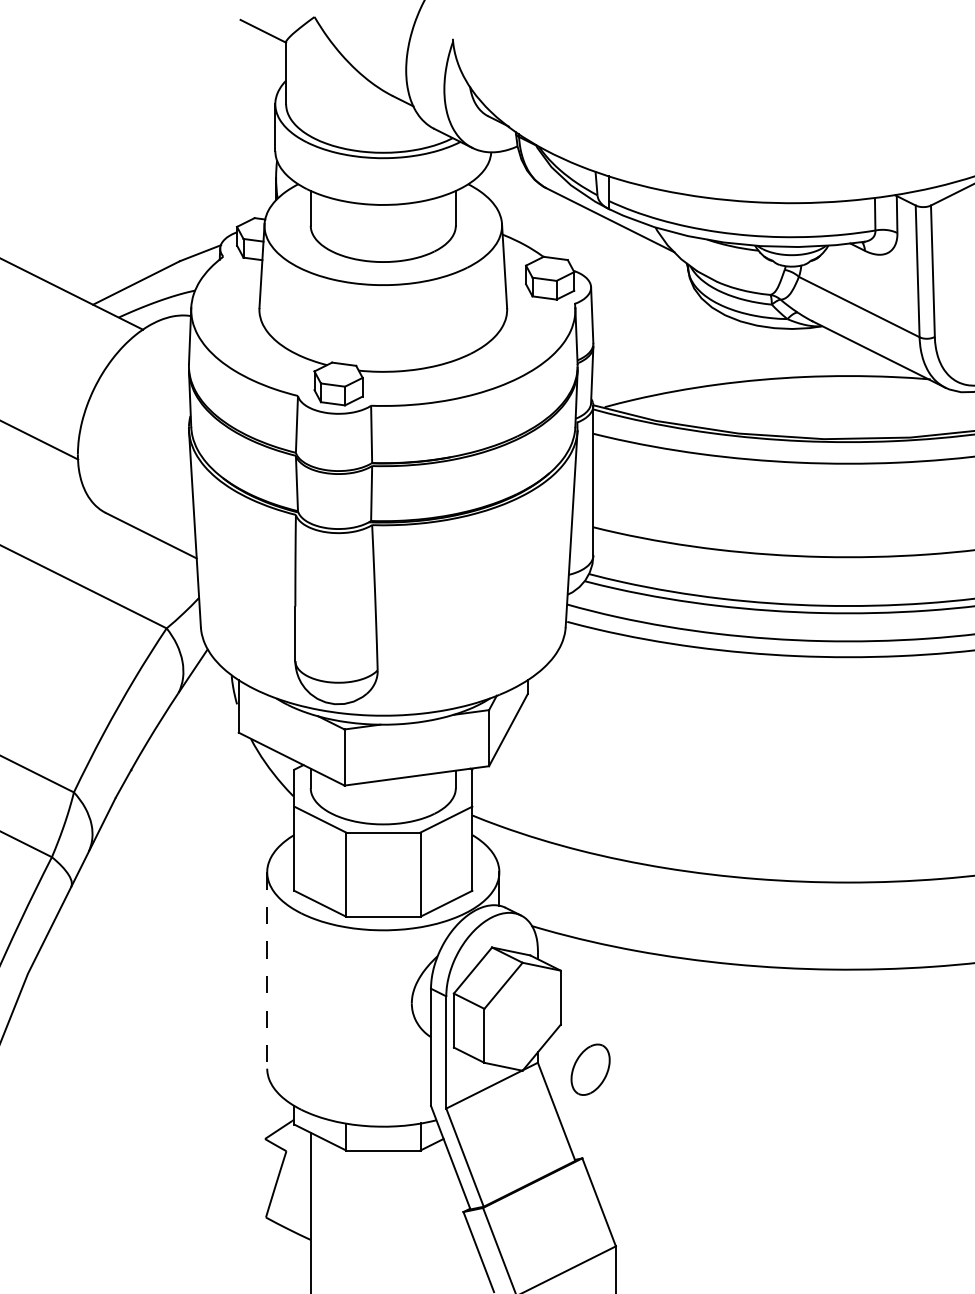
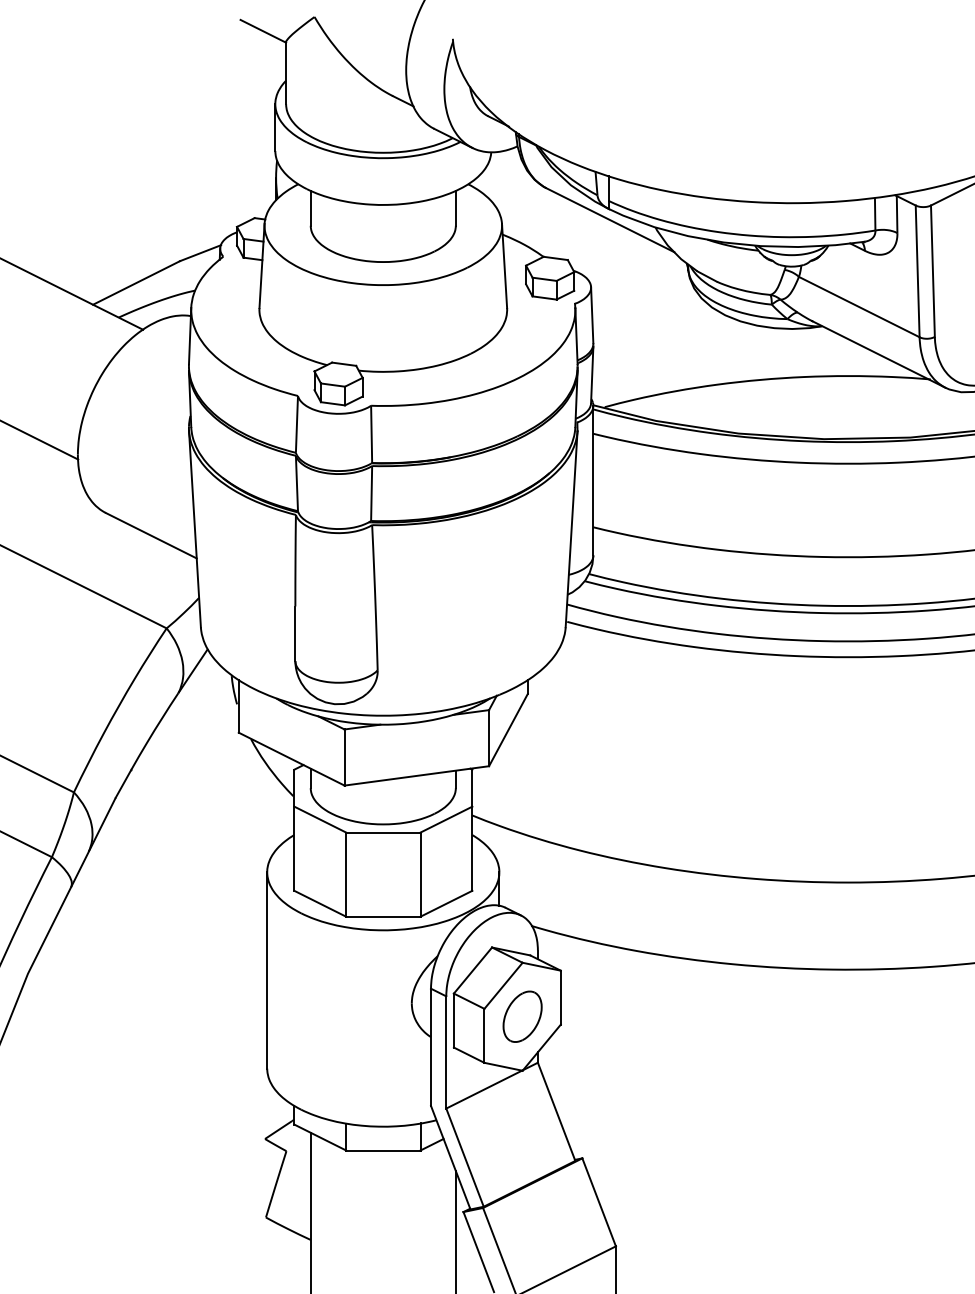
line at (267, 970): dashed -> solid
part at (590, 1069) position: (590, 1069) -> (522, 1016)
line at (455, 1230): none -> present
